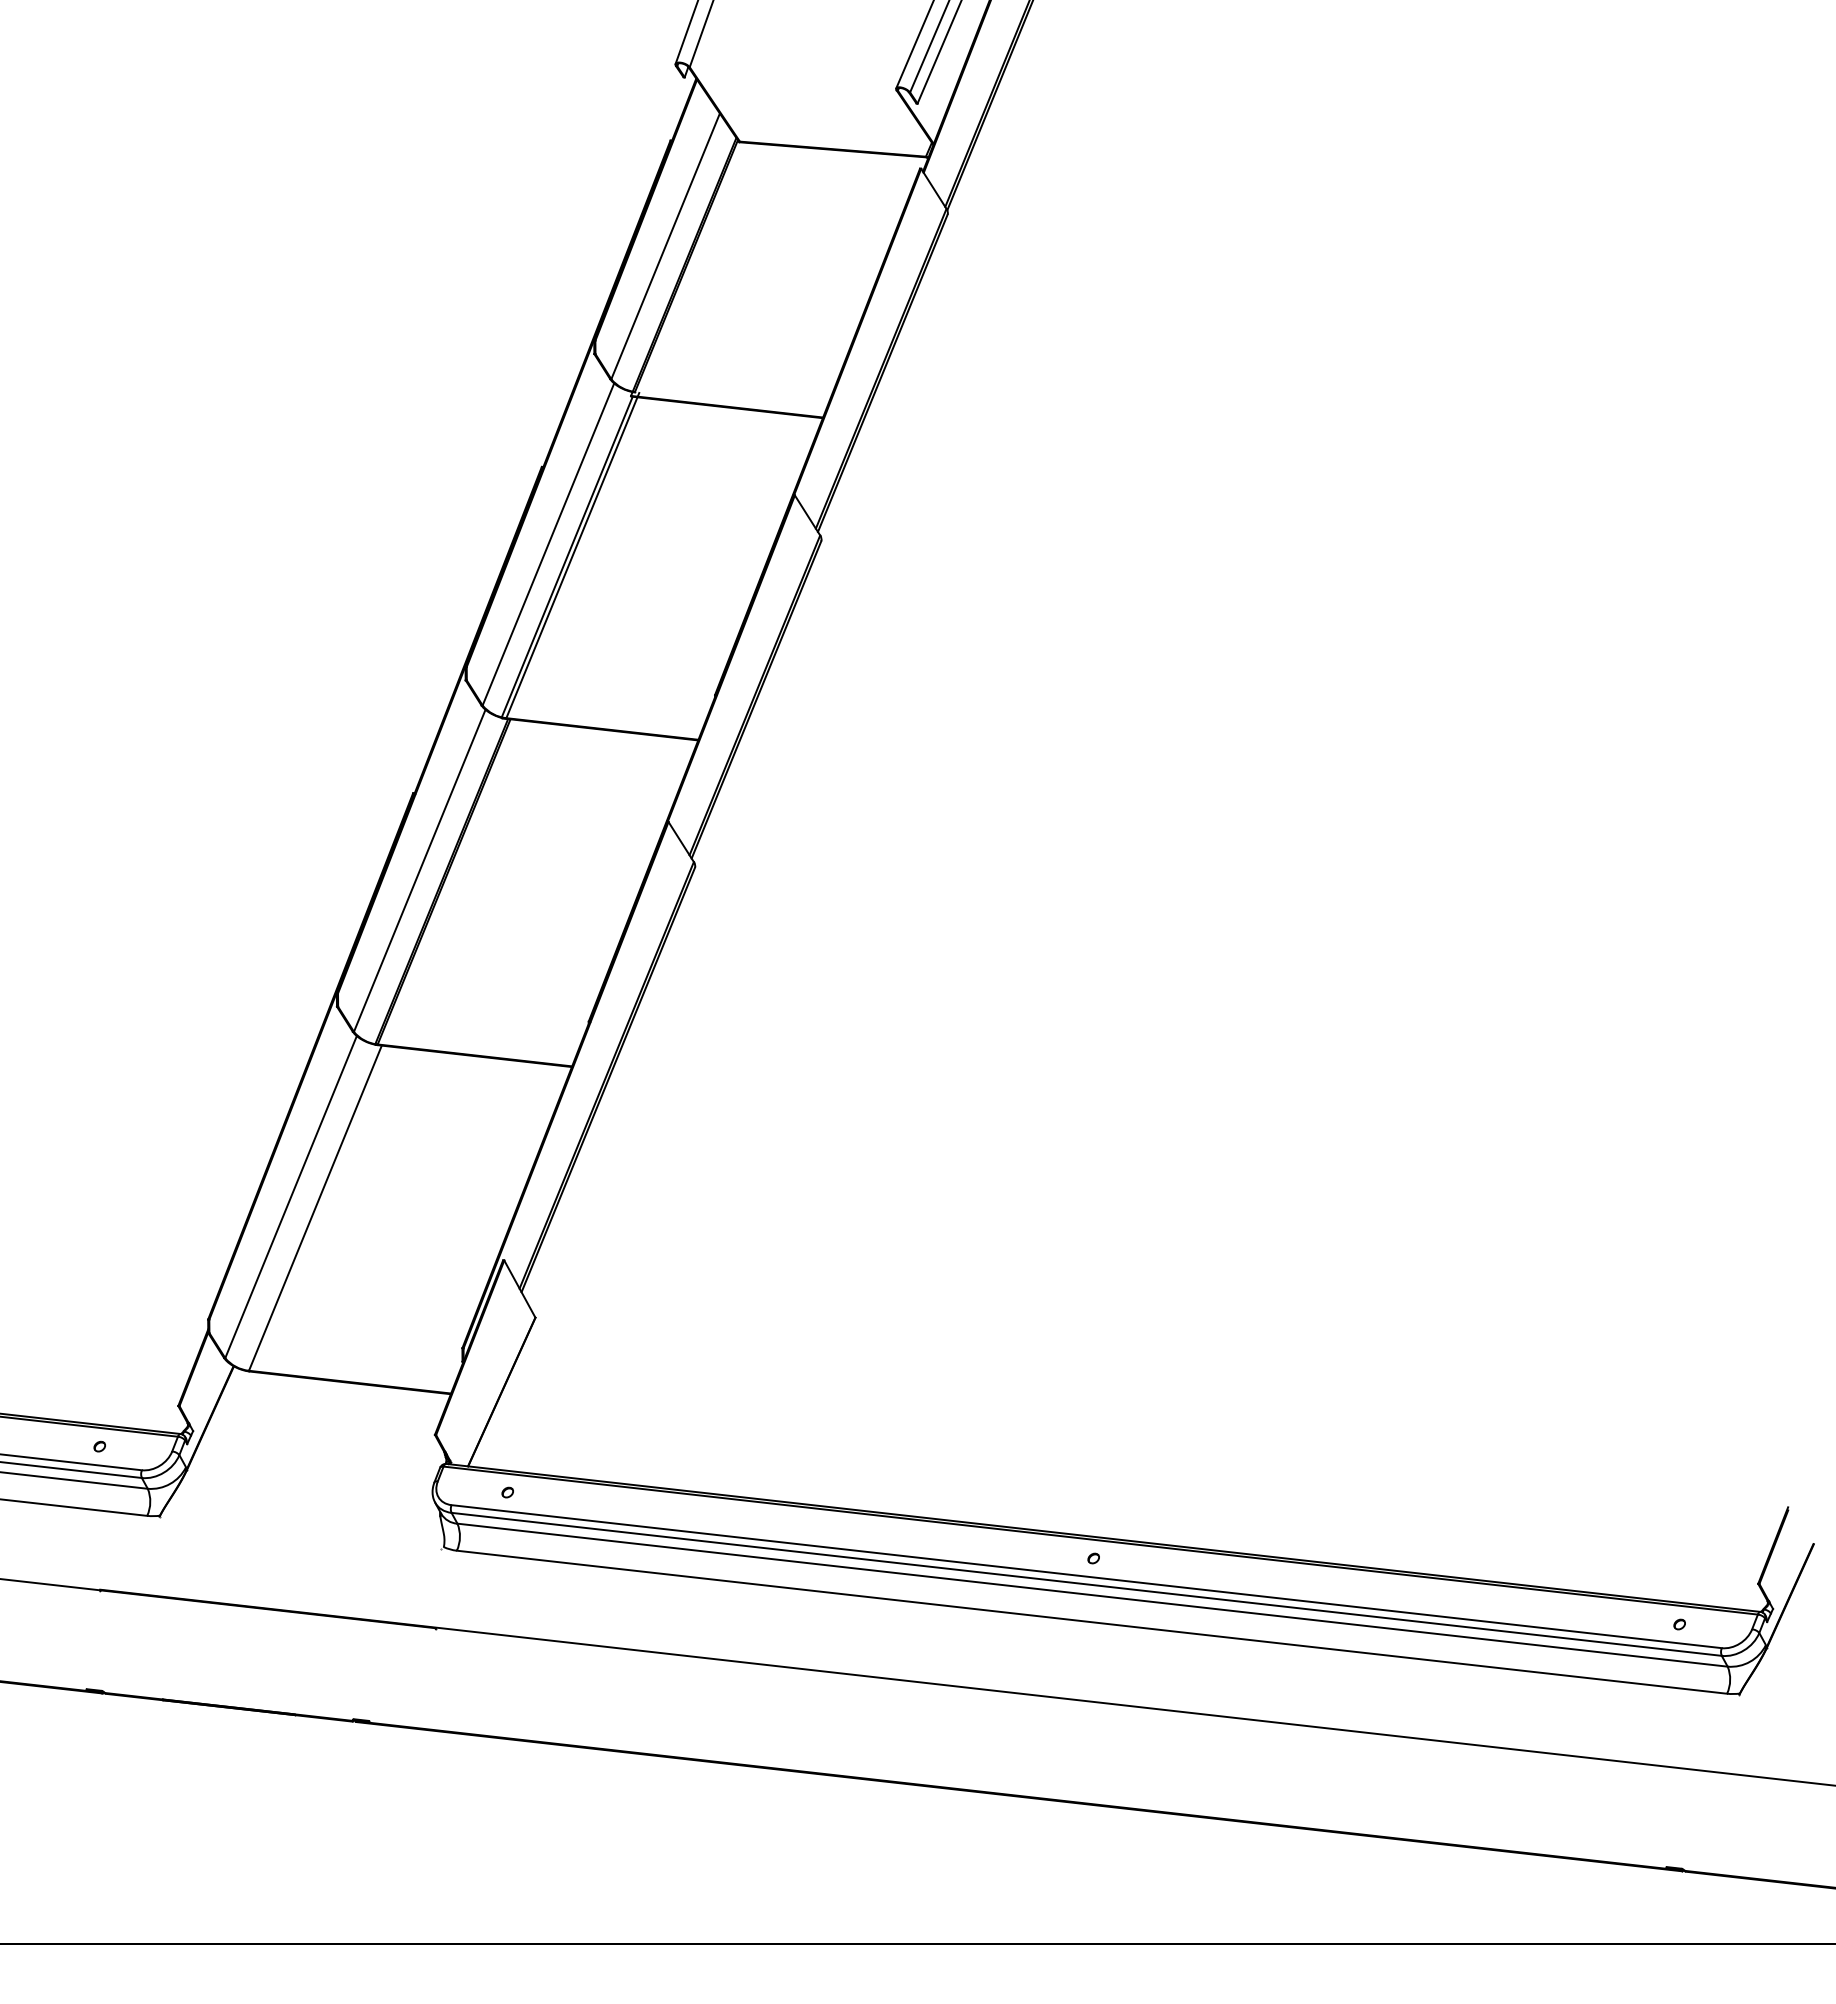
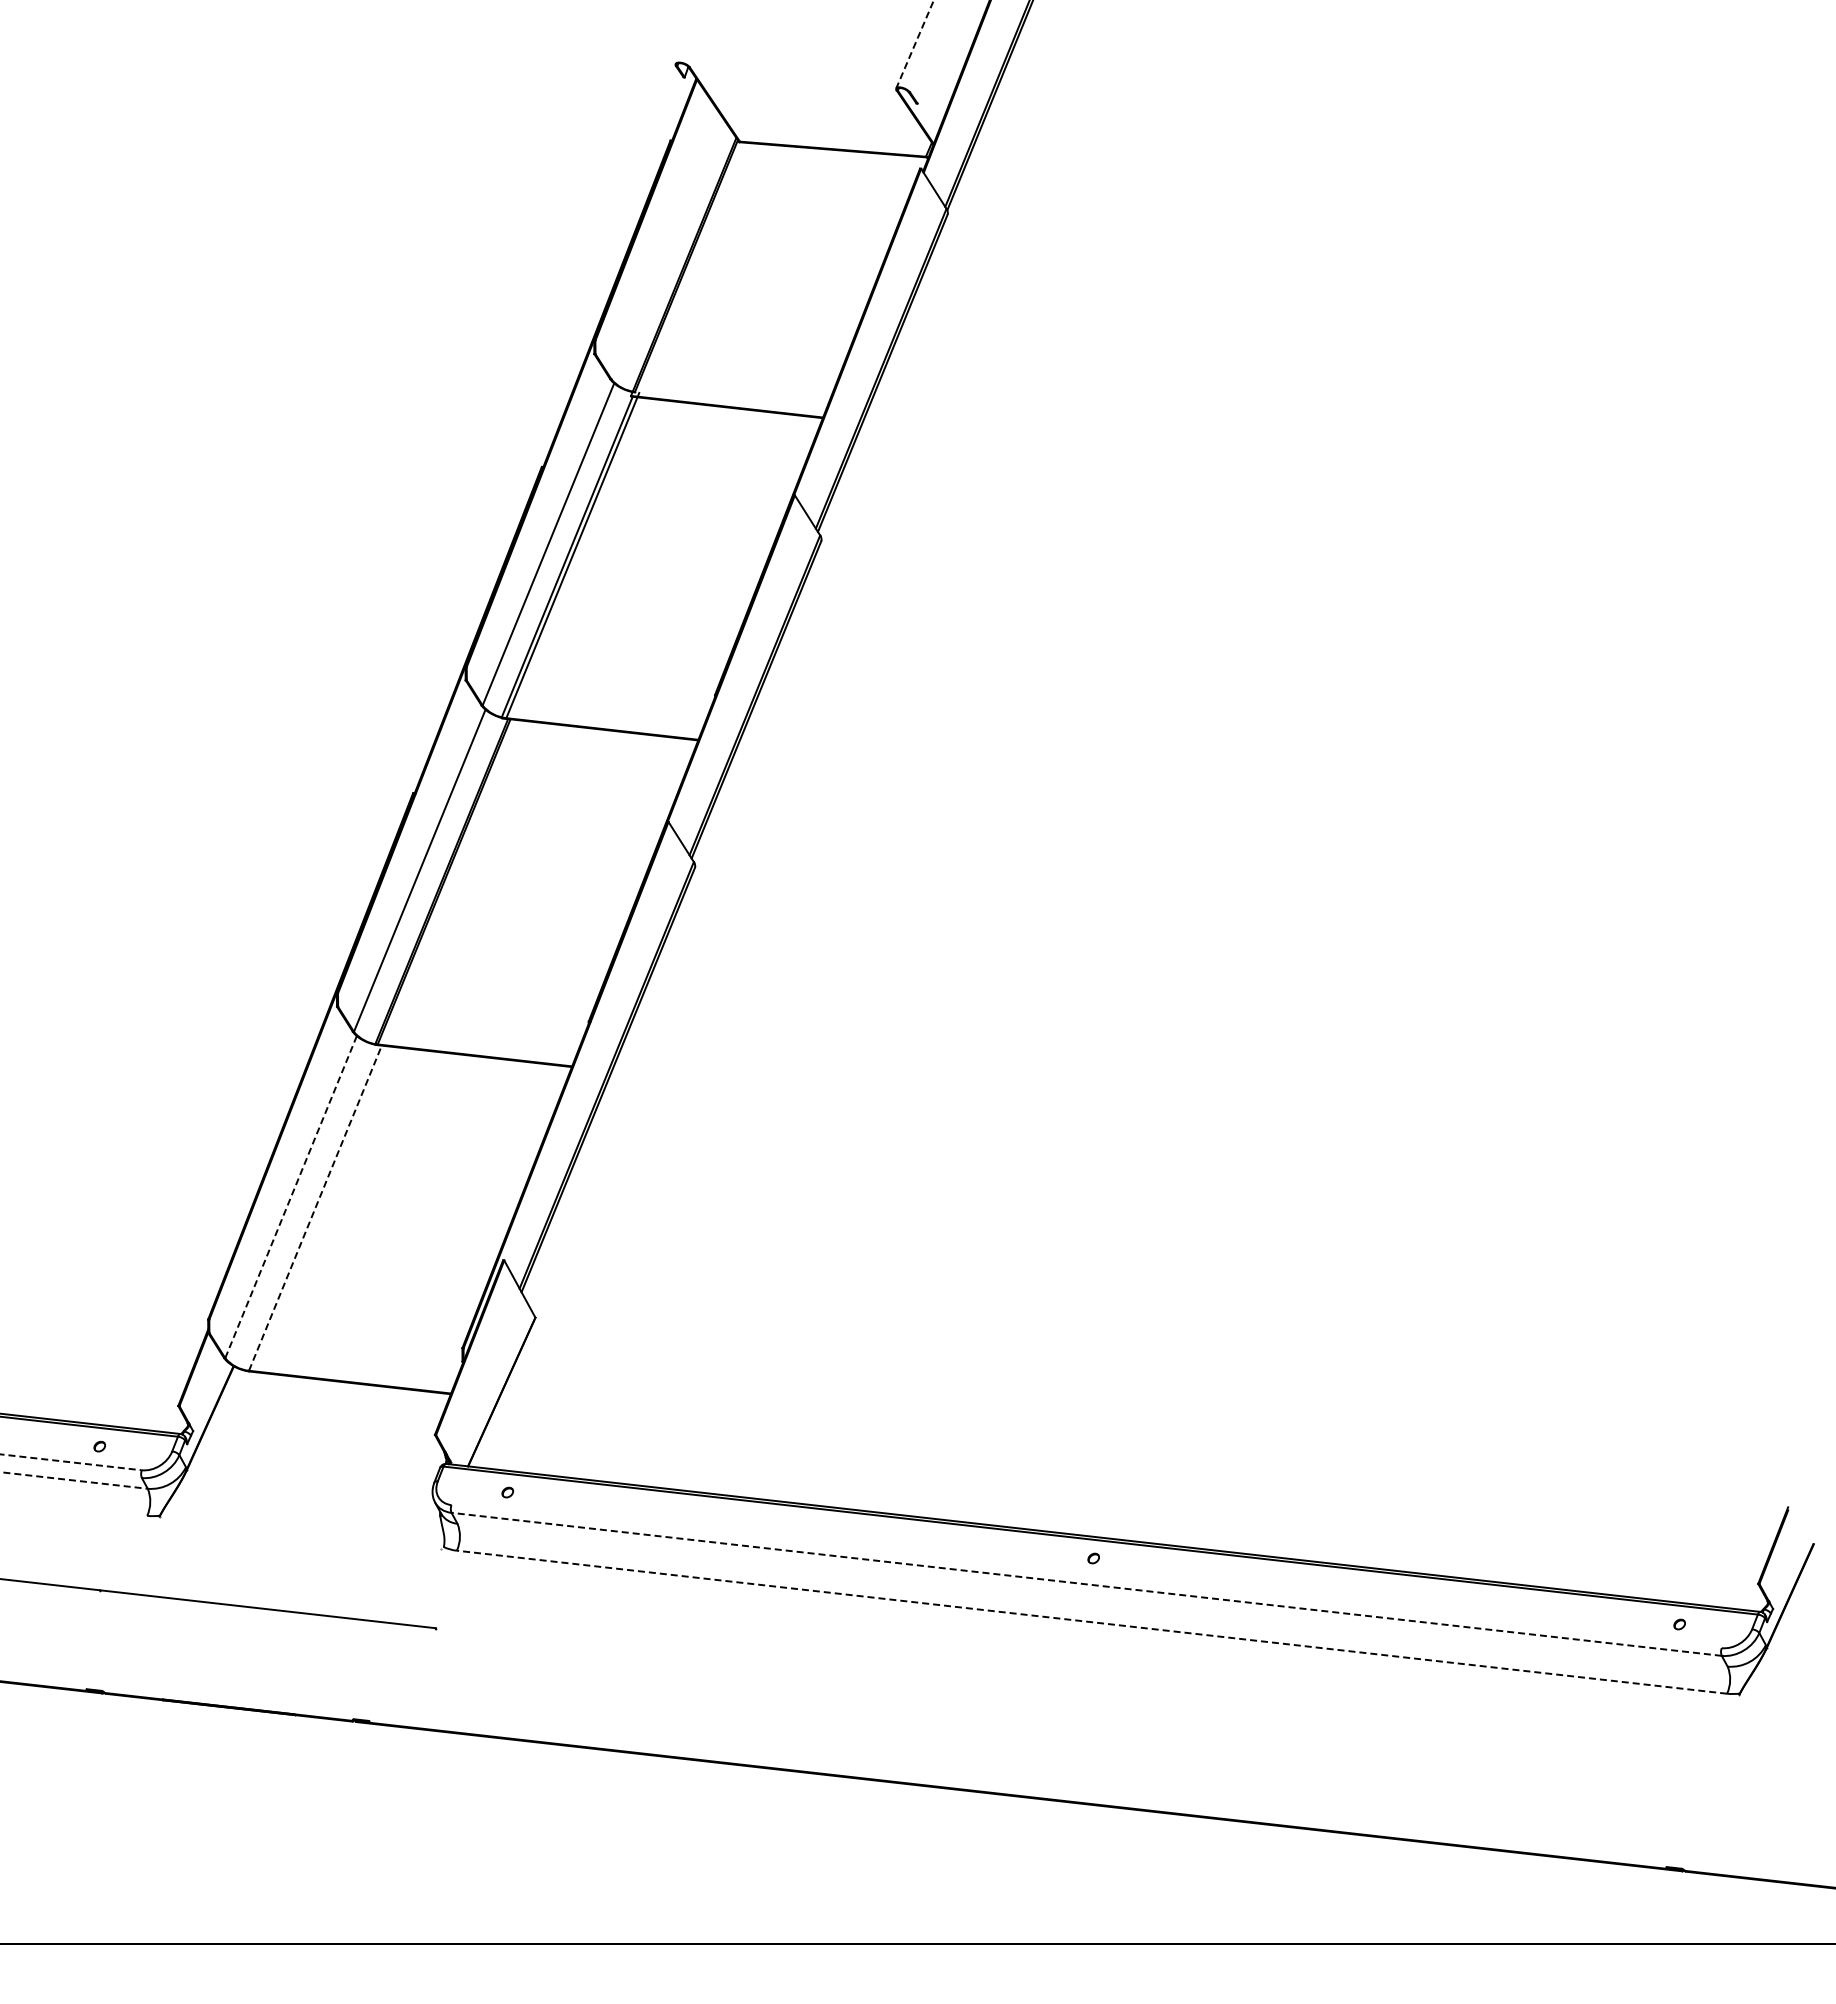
line at (686, 33): present -> none
line at (700, 34): present -> none
line at (915, 44): solid -> dashed
line at (929, 47): present -> none
line at (938, 52): present -> none
line at (665, 246): present -> none
line at (291, 1197): solid -> dashed
line at (315, 1208): solid -> dashed
line at (71, 1462): solid -> dashed
line at (71, 1469): present -> none
line at (74, 1480): solid -> dashed
line at (74, 1507): present -> none
line at (1086, 1576): present -> none
line at (1086, 1584): solid -> dashed
line at (1092, 1594): present -> none
line at (1091, 1622): solid -> dashed
line at (966, 1687): present -> none
